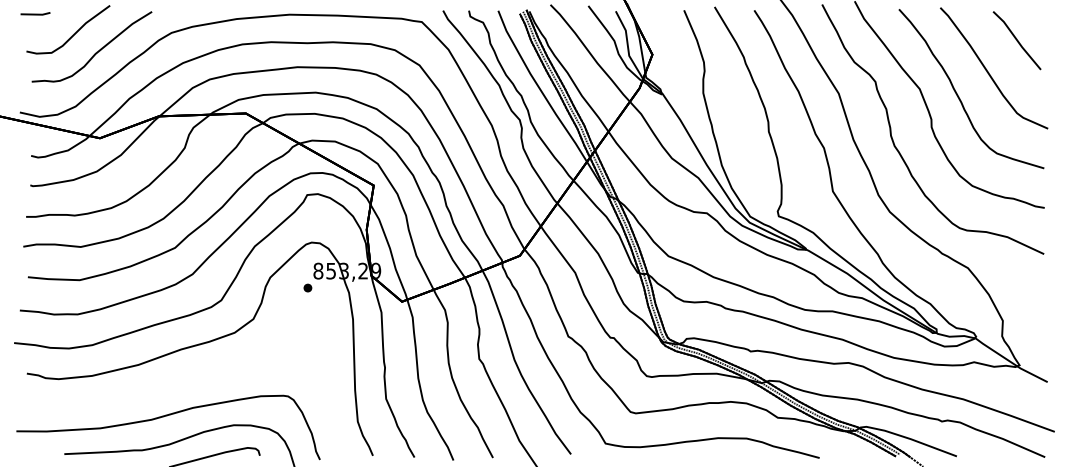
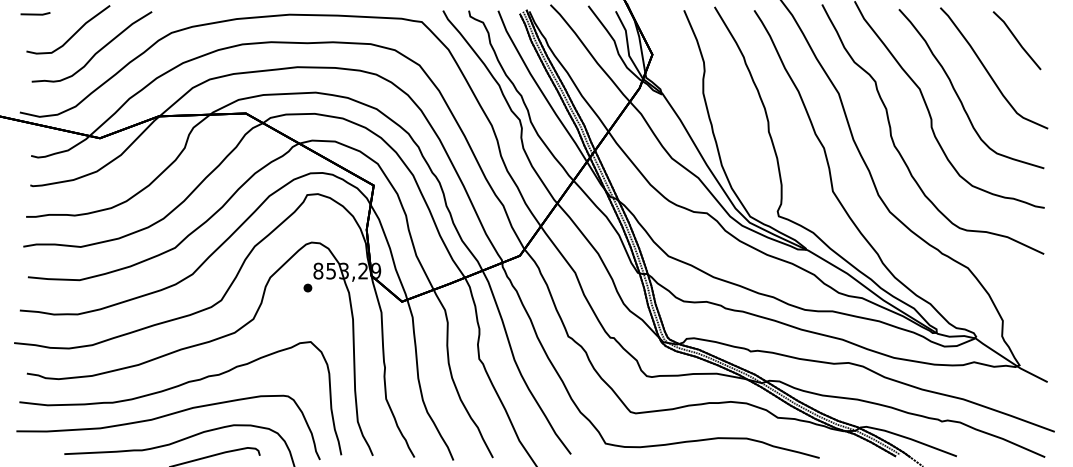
part at (177, 387): none -> present
